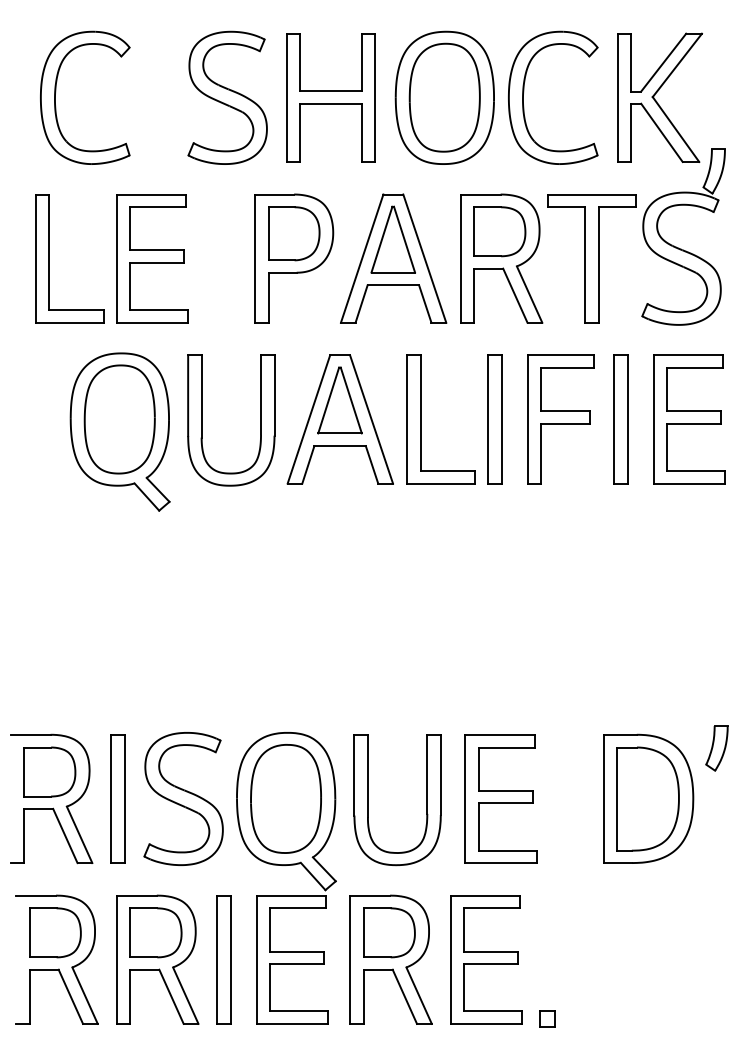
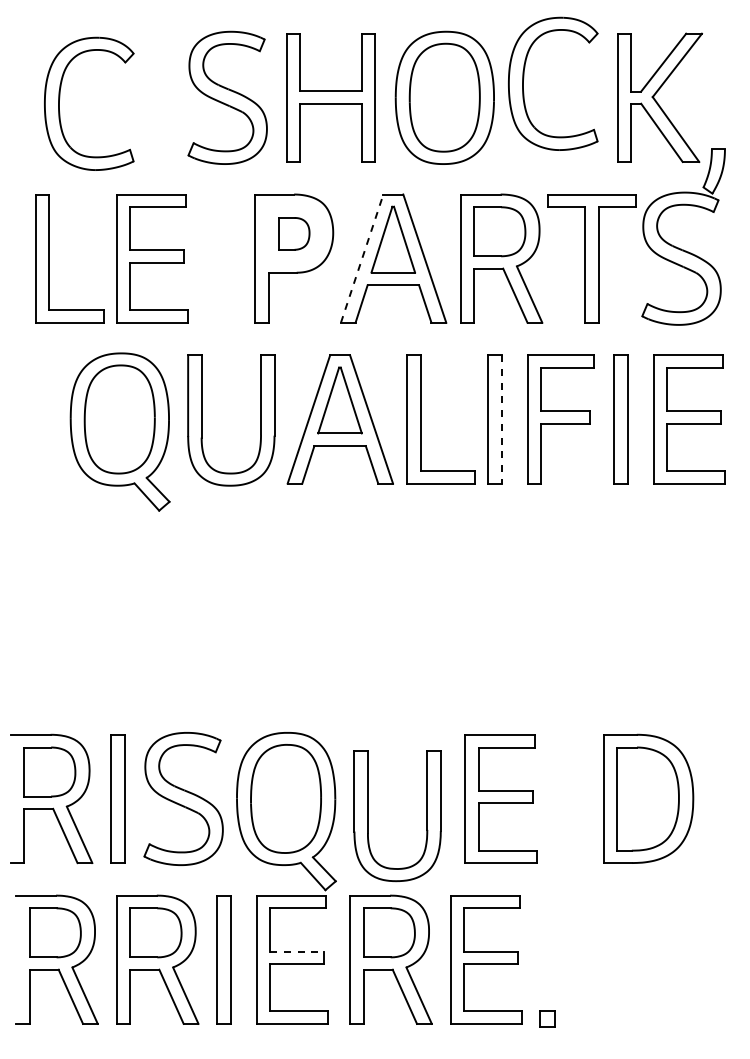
part at (56, 91) position: (56, 91) -> (60, 97)
part at (524, 92) position: (524, 92) -> (524, 78)
part at (294, 233) size: 53x56 px -> 33x34 px
line at (362, 258): solid -> dashed
line at (501, 419): solid -> dashed
part at (716, 748): present -> none
part at (368, 800) position: (368, 800) -> (368, 816)
line at (297, 951): solid -> dashed
